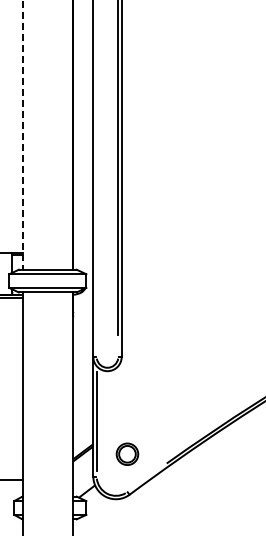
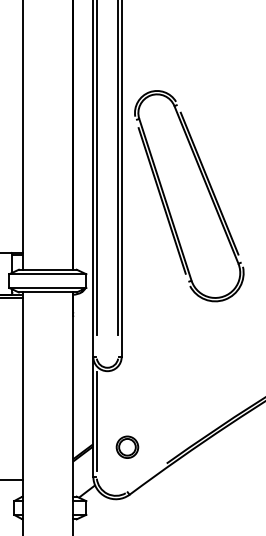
line at (22, 135): dashed -> solid
line at (96, 168): none -> present
part at (189, 196): none -> present
part at (127, 453) position: (127, 453) -> (127, 446)
